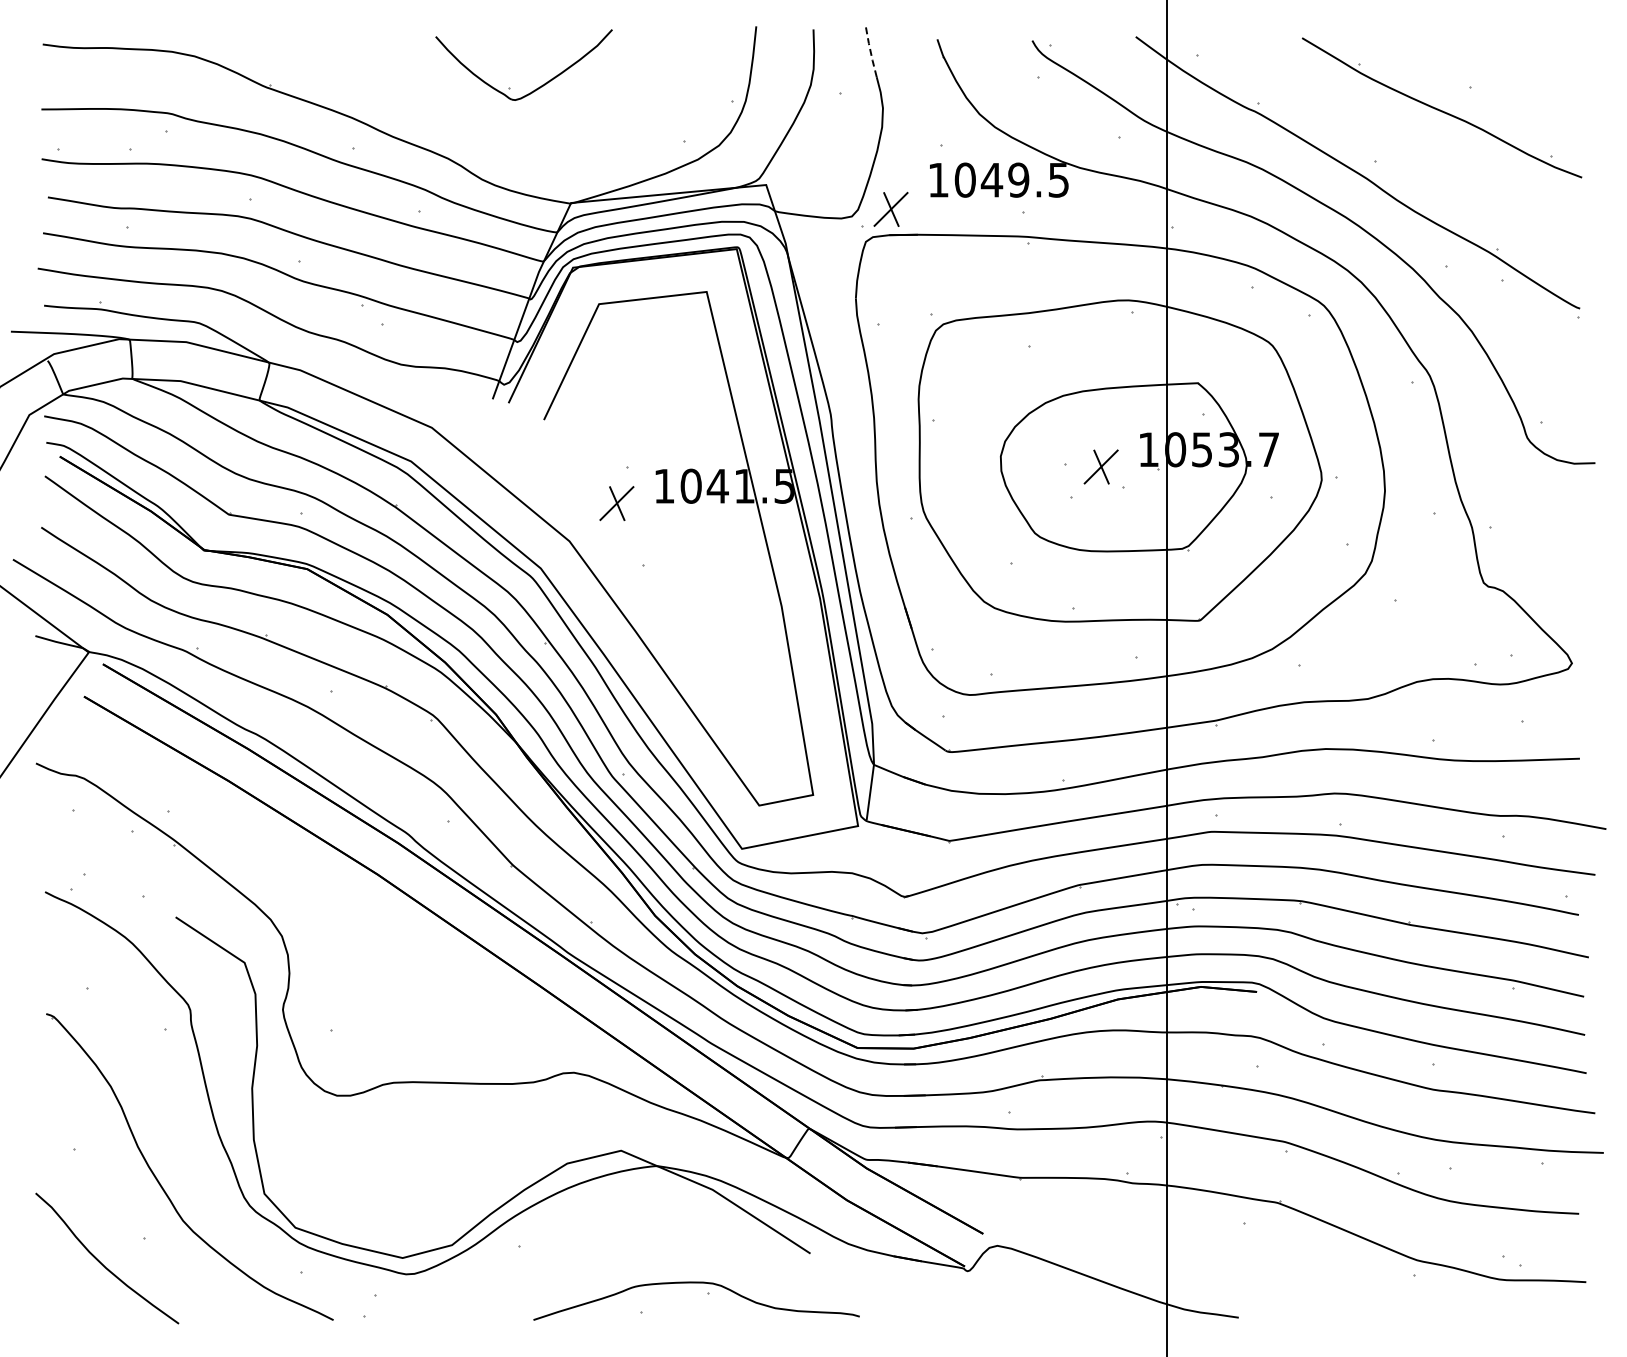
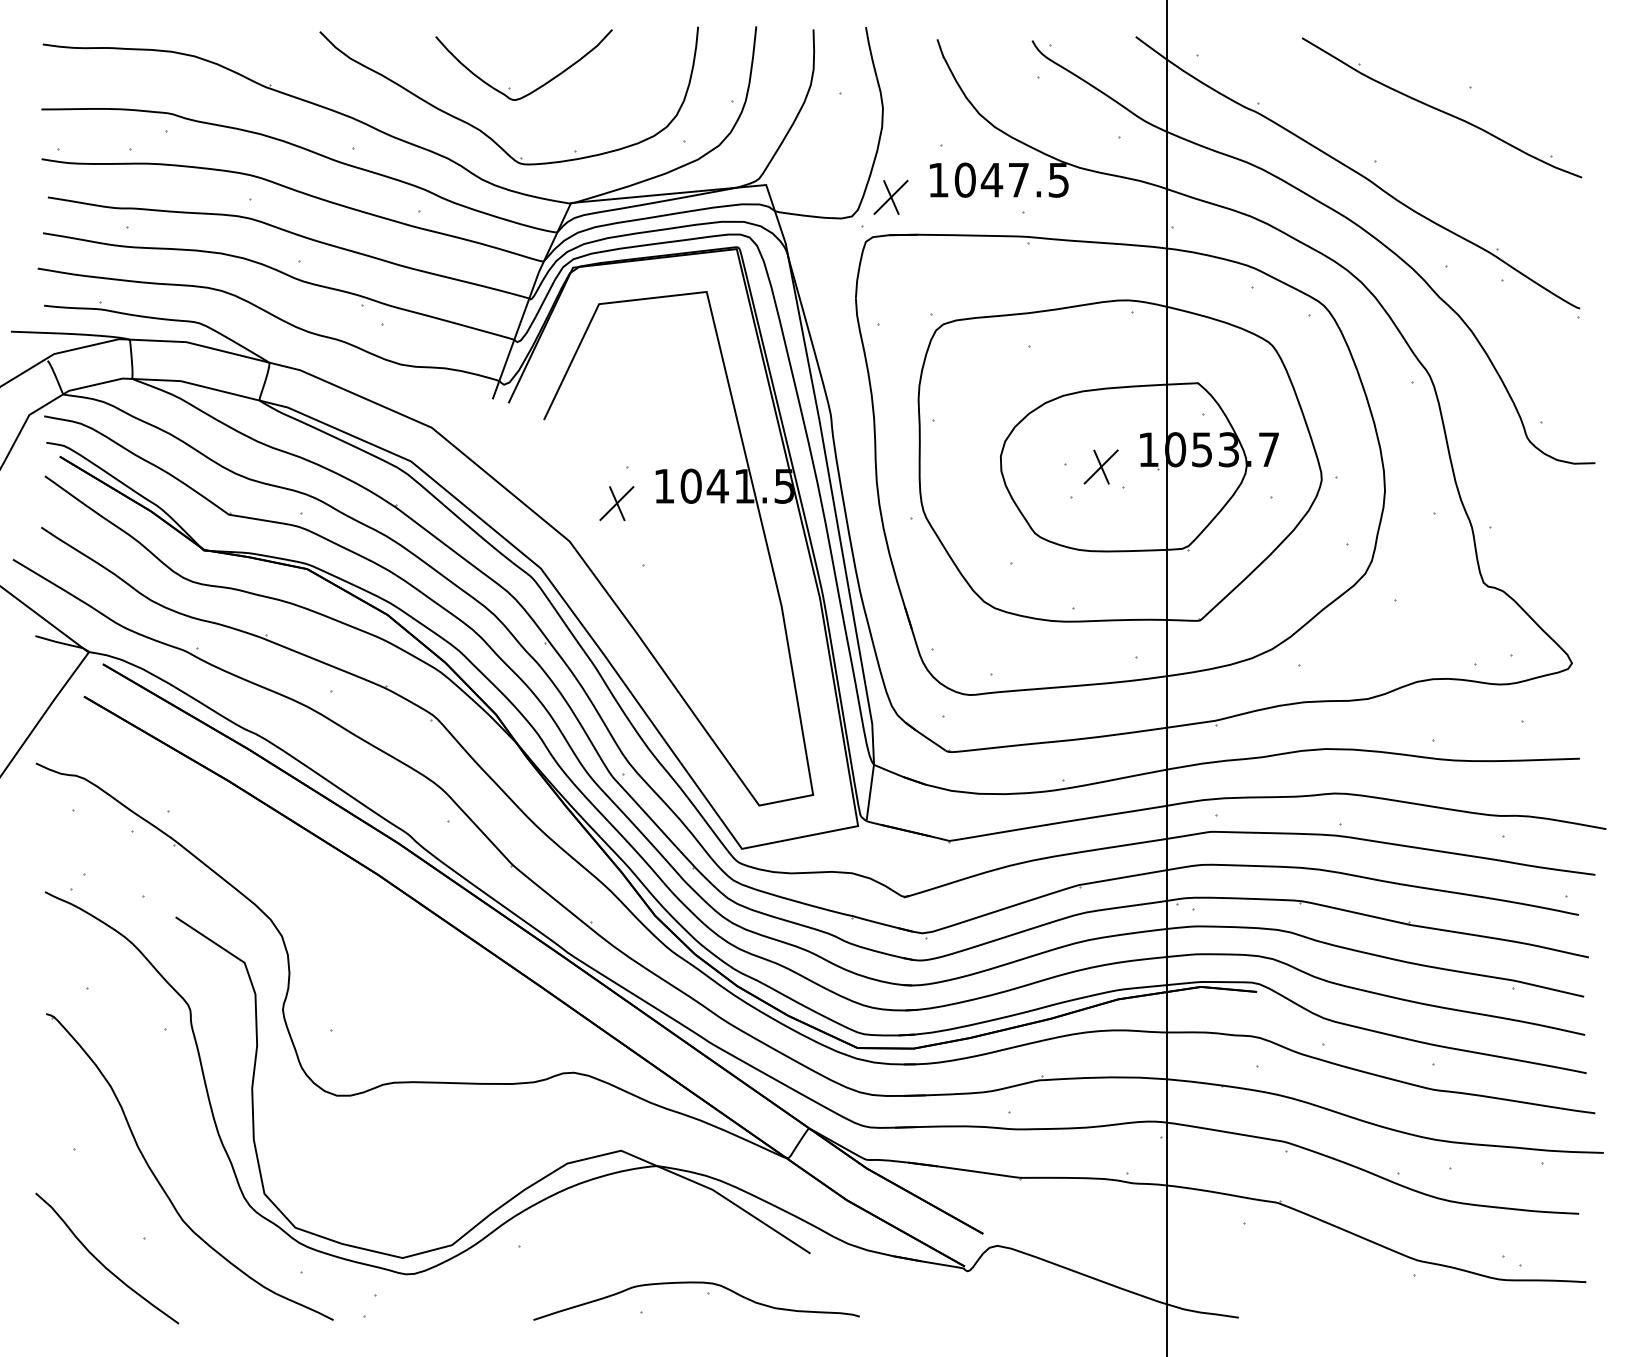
line at (870, 52): dashed -> solid
part at (483, 131): none -> present
text at (1018, 179): 1049.5 -> 1047.5
part at (890, 208) position: (890, 208) -> (890, 196)
